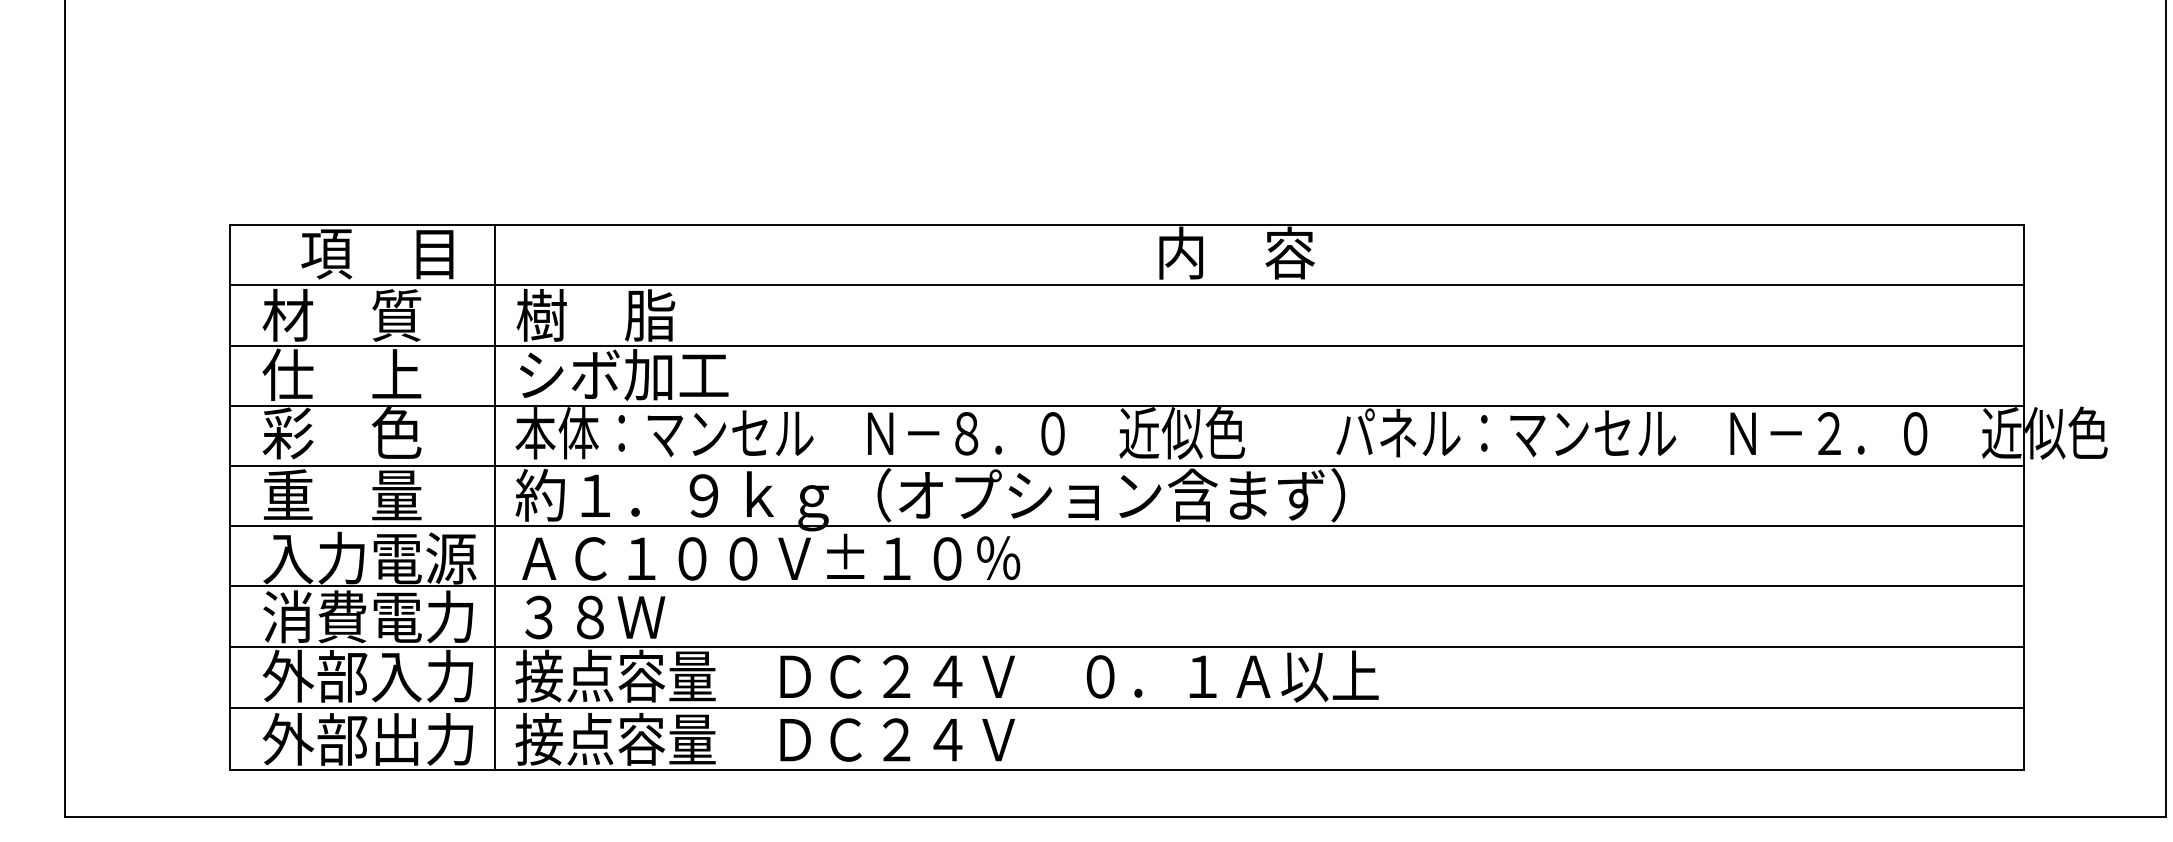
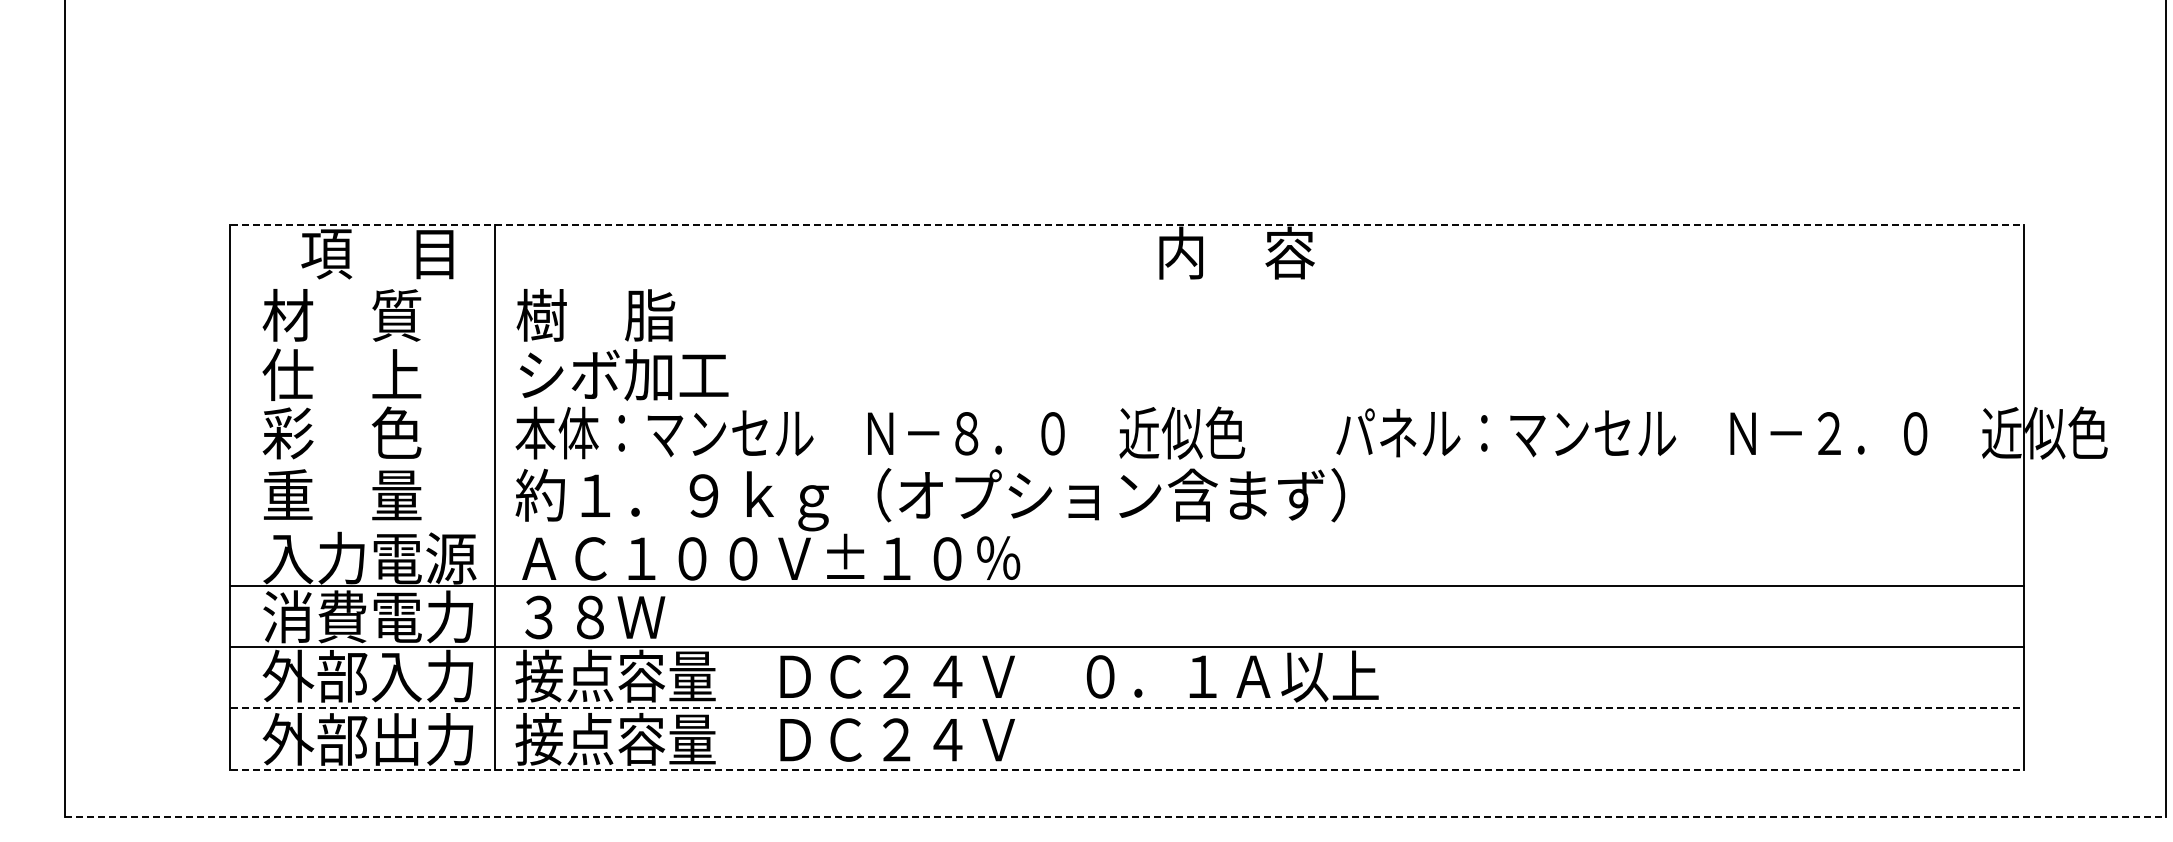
line at (1127, 224): solid -> dashed
line at (1127, 285): present -> none
line at (1127, 345): present -> none
line at (1127, 405): present -> none
line at (1127, 466): present -> none
line at (1127, 526): present -> none
line at (1127, 708): solid -> dashed
line at (1127, 769): solid -> dashed
line at (1115, 816): solid -> dashed
